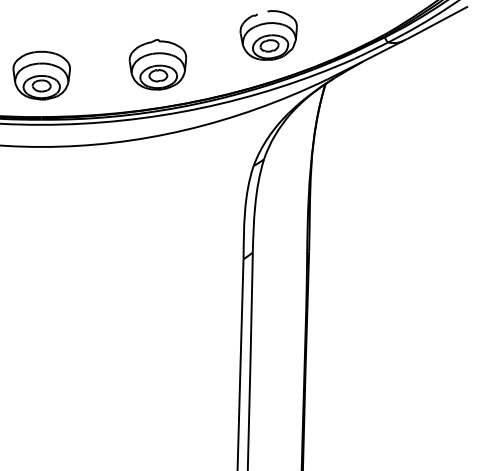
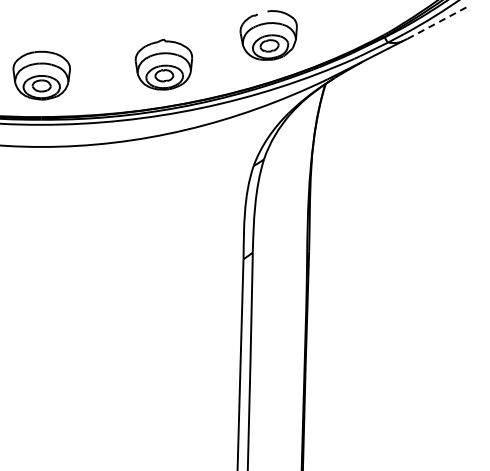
line at (438, 22): solid -> dashed
part at (157, 64) position: (157, 64) -> (163, 64)
